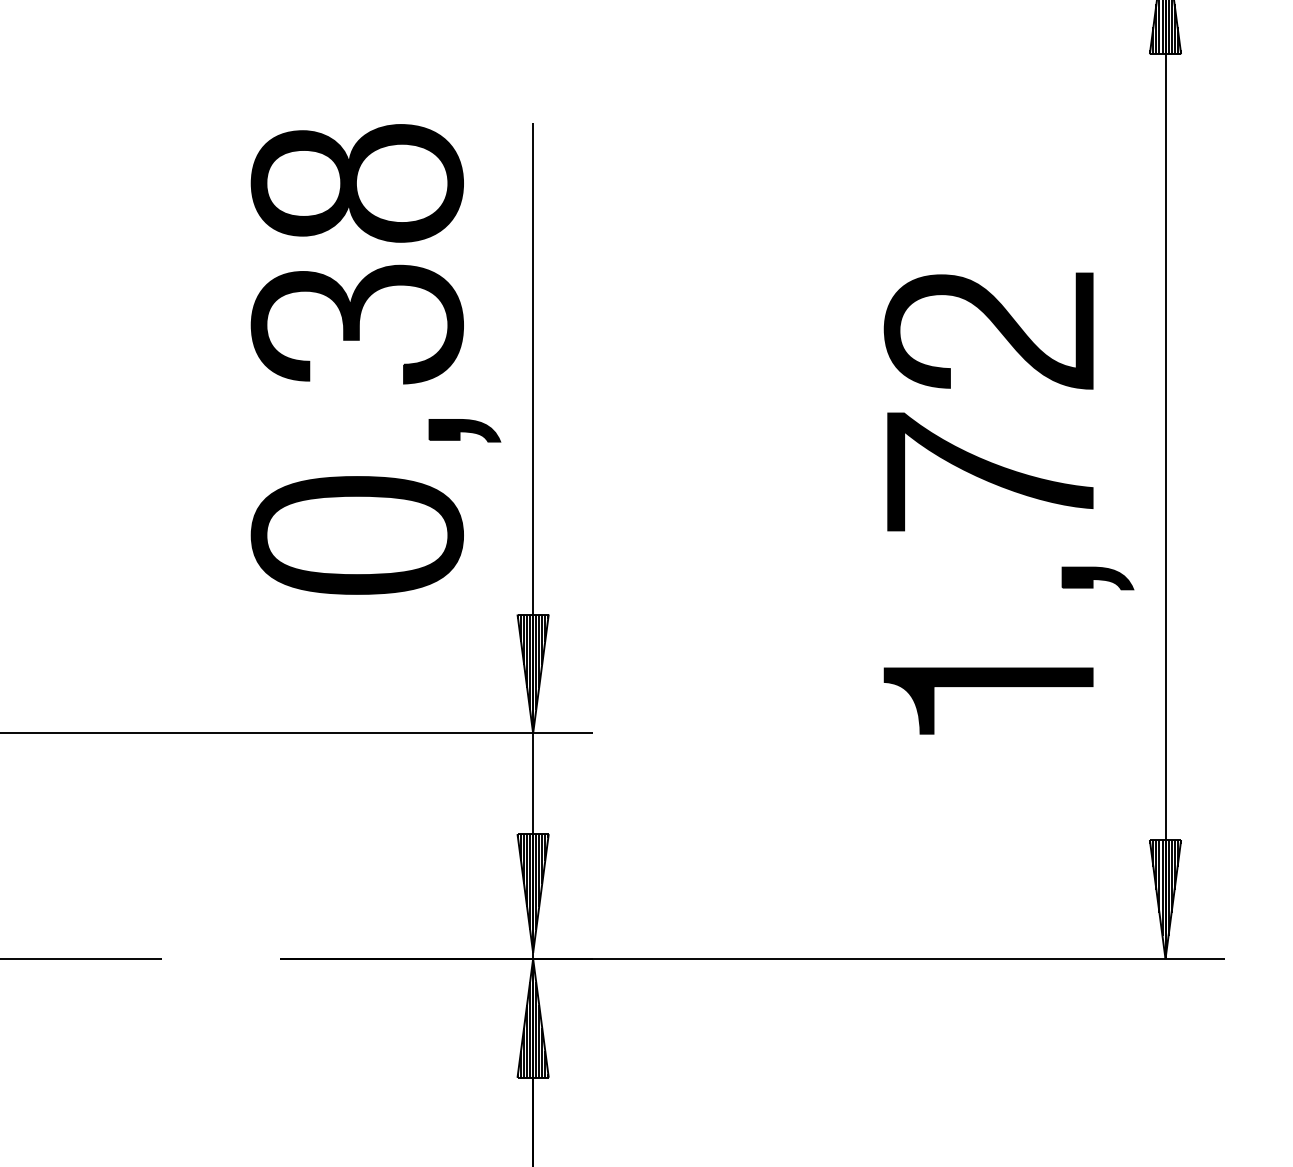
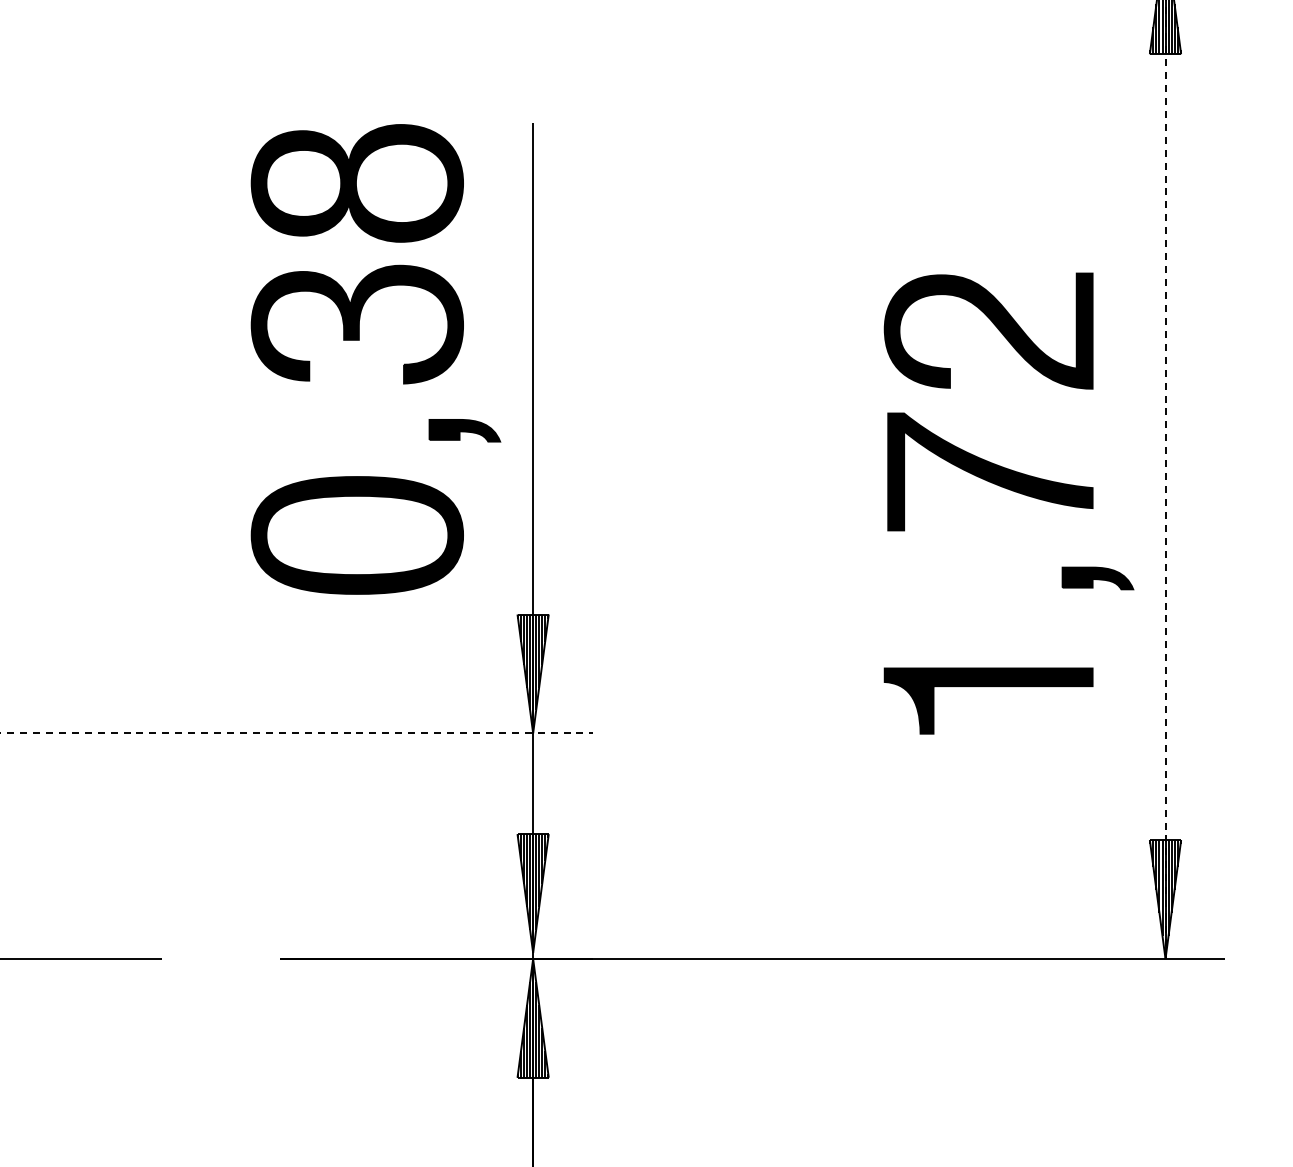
line at (1165, 479): solid -> dashed
line at (296, 733): solid -> dashed
